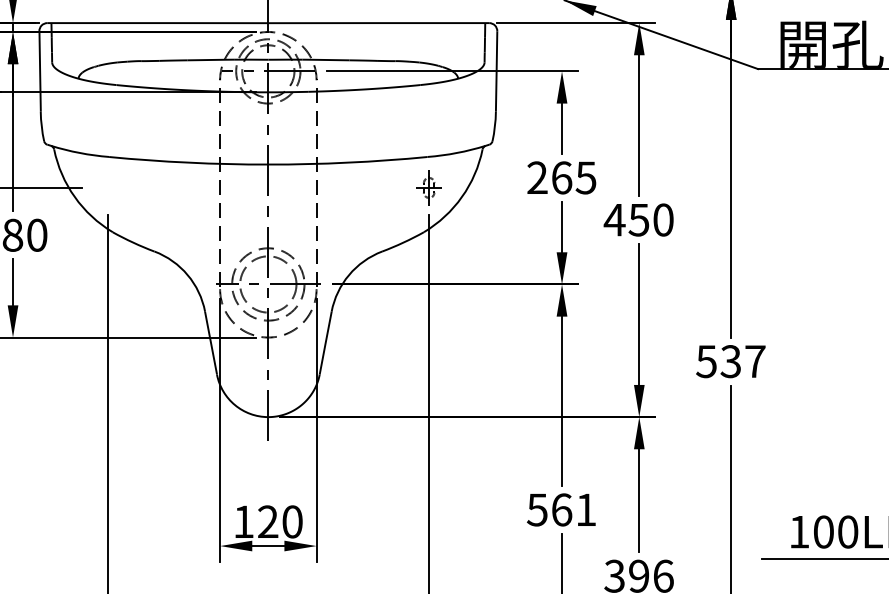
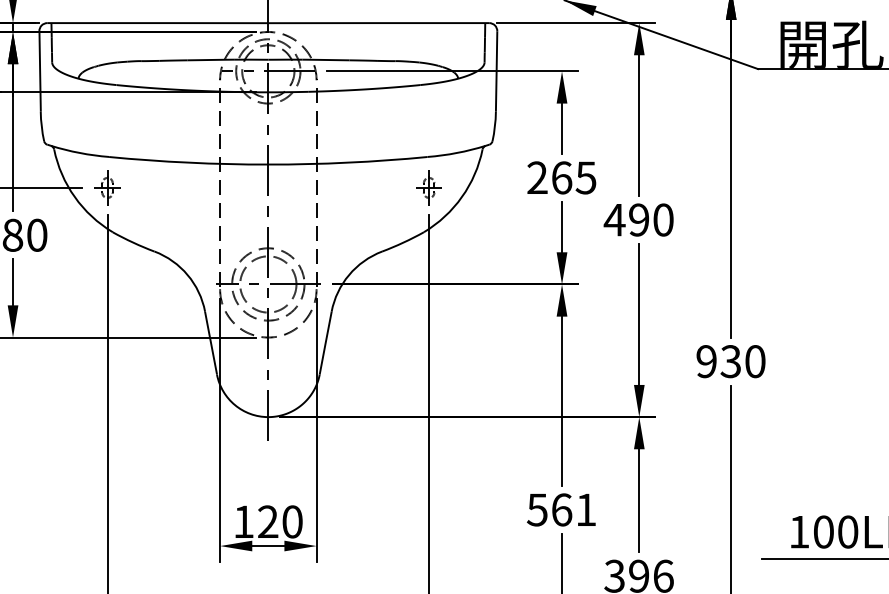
part at (107, 187): none -> present
text at (638, 219): 450 -> 490
text at (730, 361): 537 -> 930
